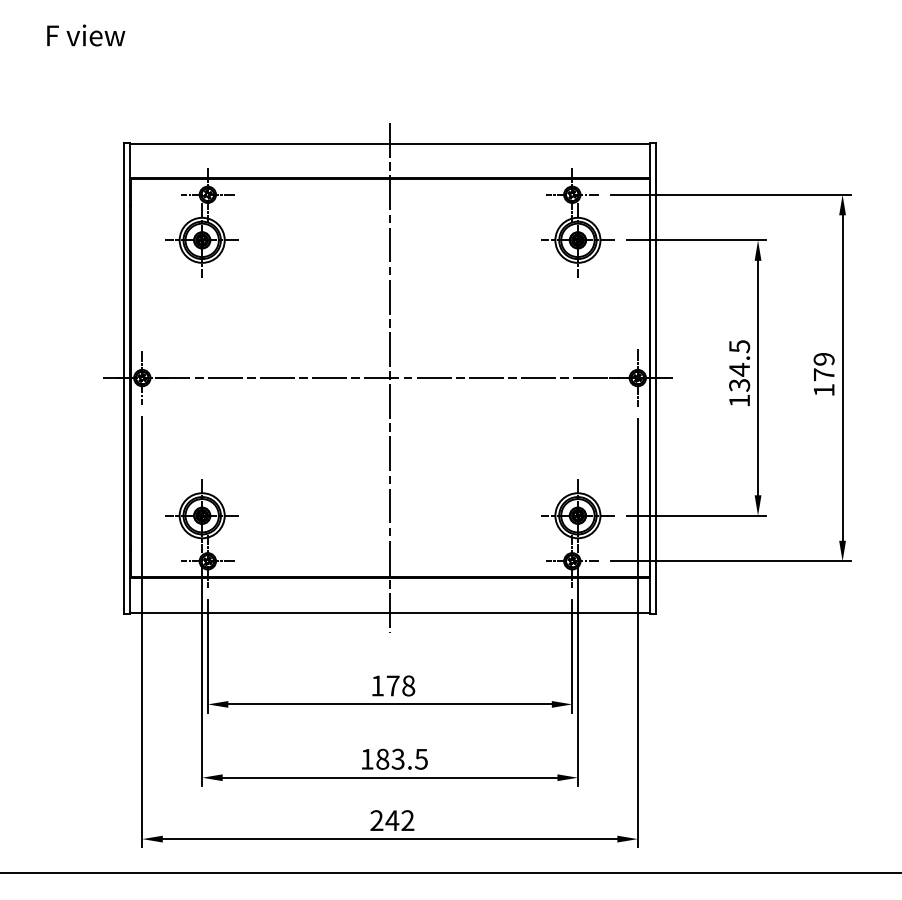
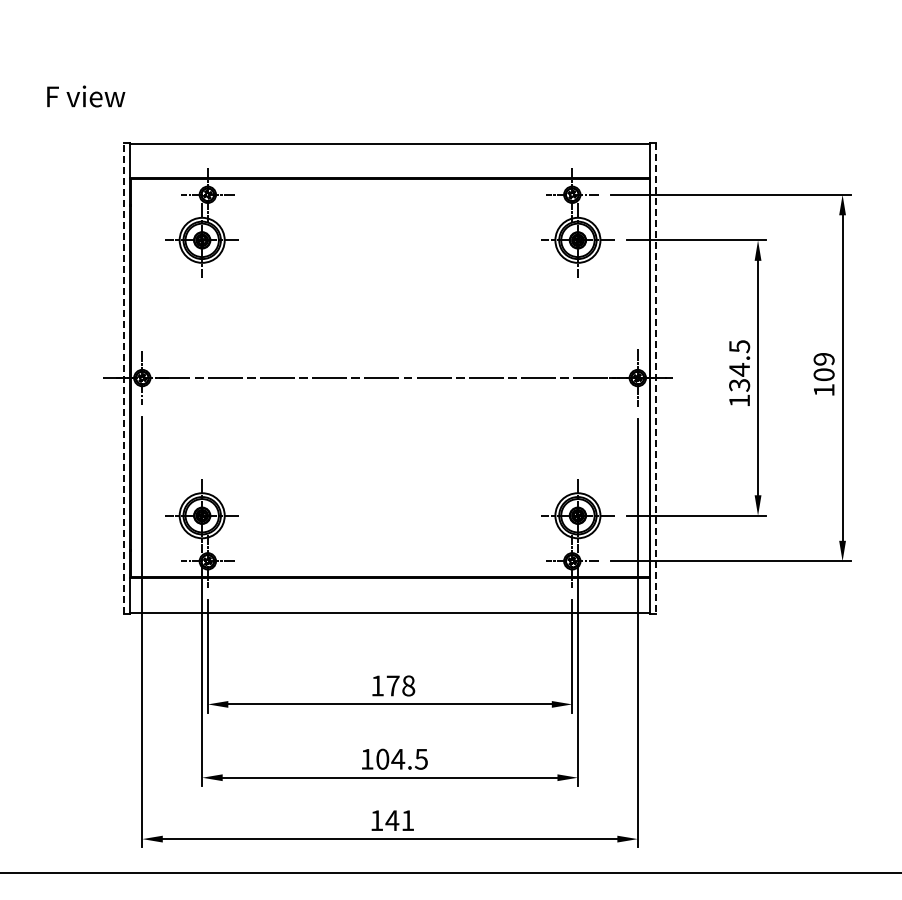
text at (86, 35) position: (86, 35) -> (86, 96)
text at (823, 374): 179 -> 109
line at (123, 377): solid -> dashed
line at (390, 377): present -> none
line at (656, 378): solid -> dashed
text at (390, 758): 183.5 -> 104.5
text at (392, 820): 242 -> 141
